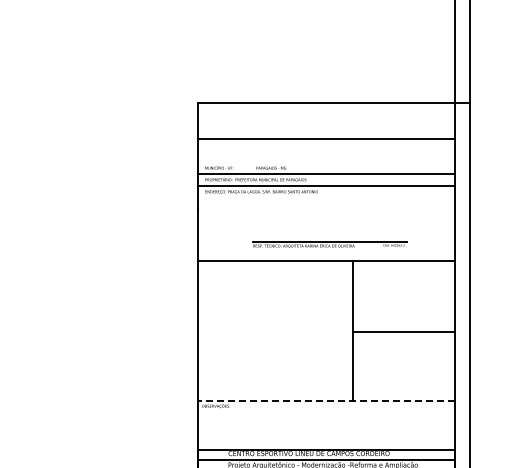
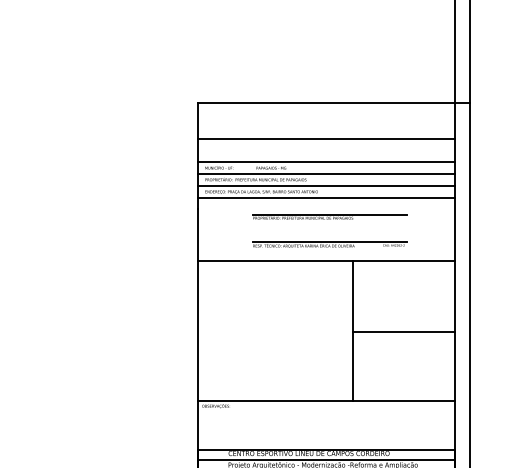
line at (326, 162): none -> present
line at (326, 197): none -> present
part at (329, 216): none -> present
line at (326, 401): dashed -> solid
